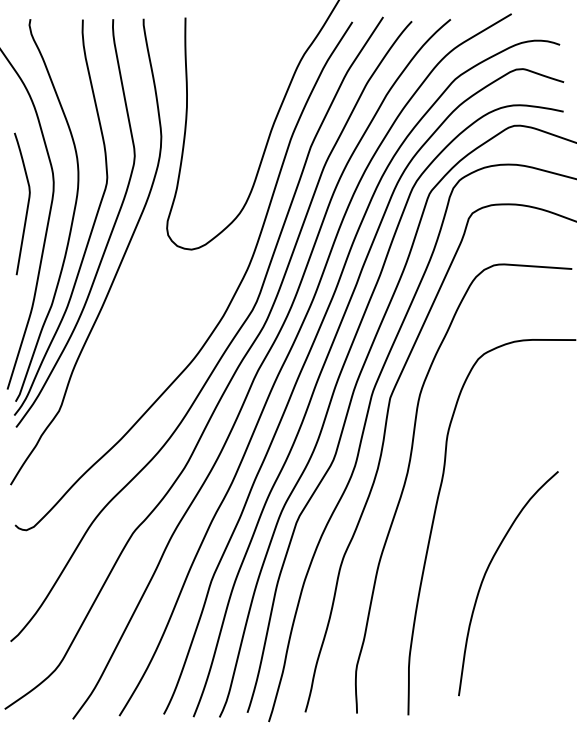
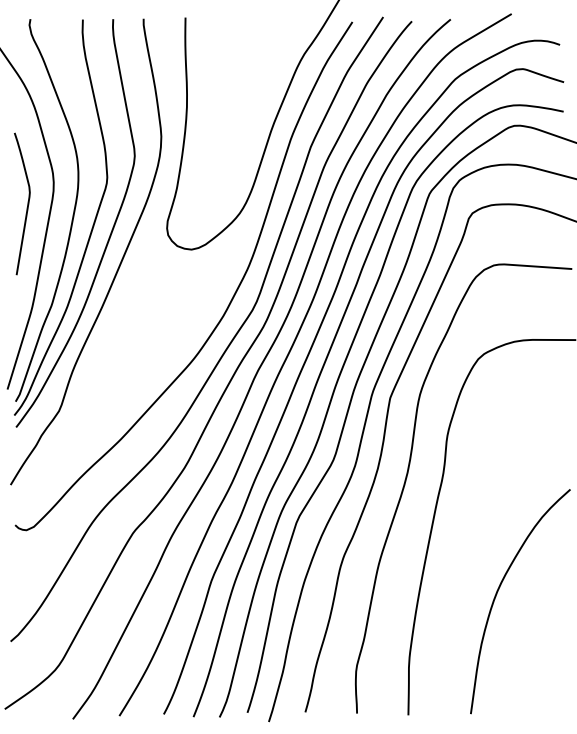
curve at (485, 576) position: (485, 576) -> (497, 594)
